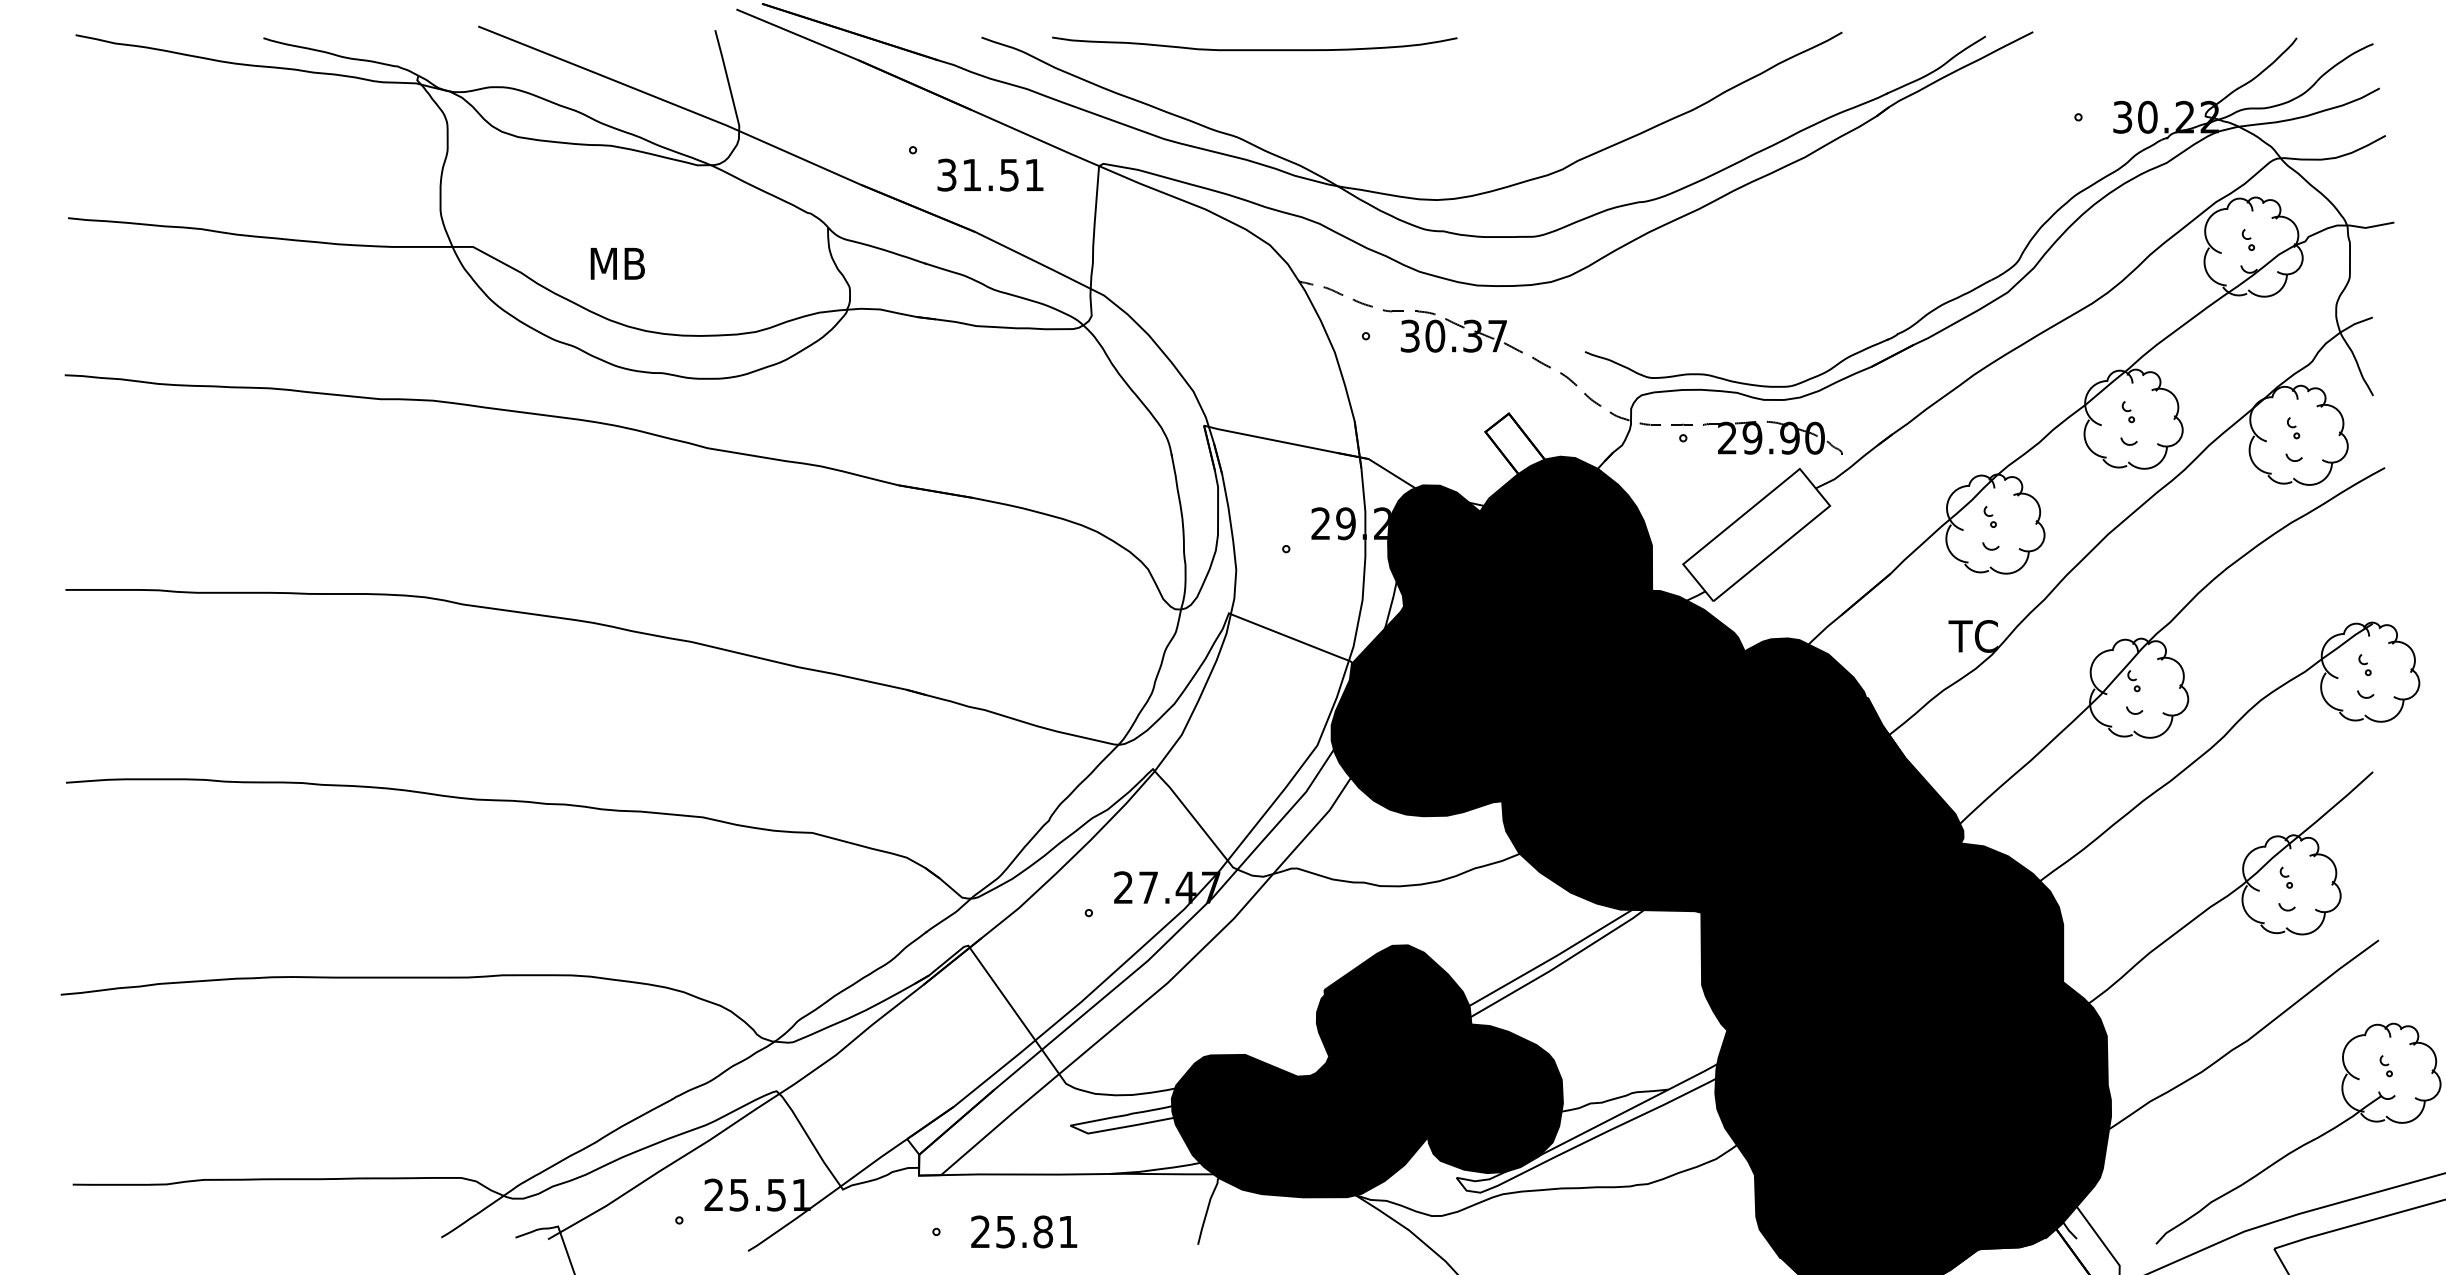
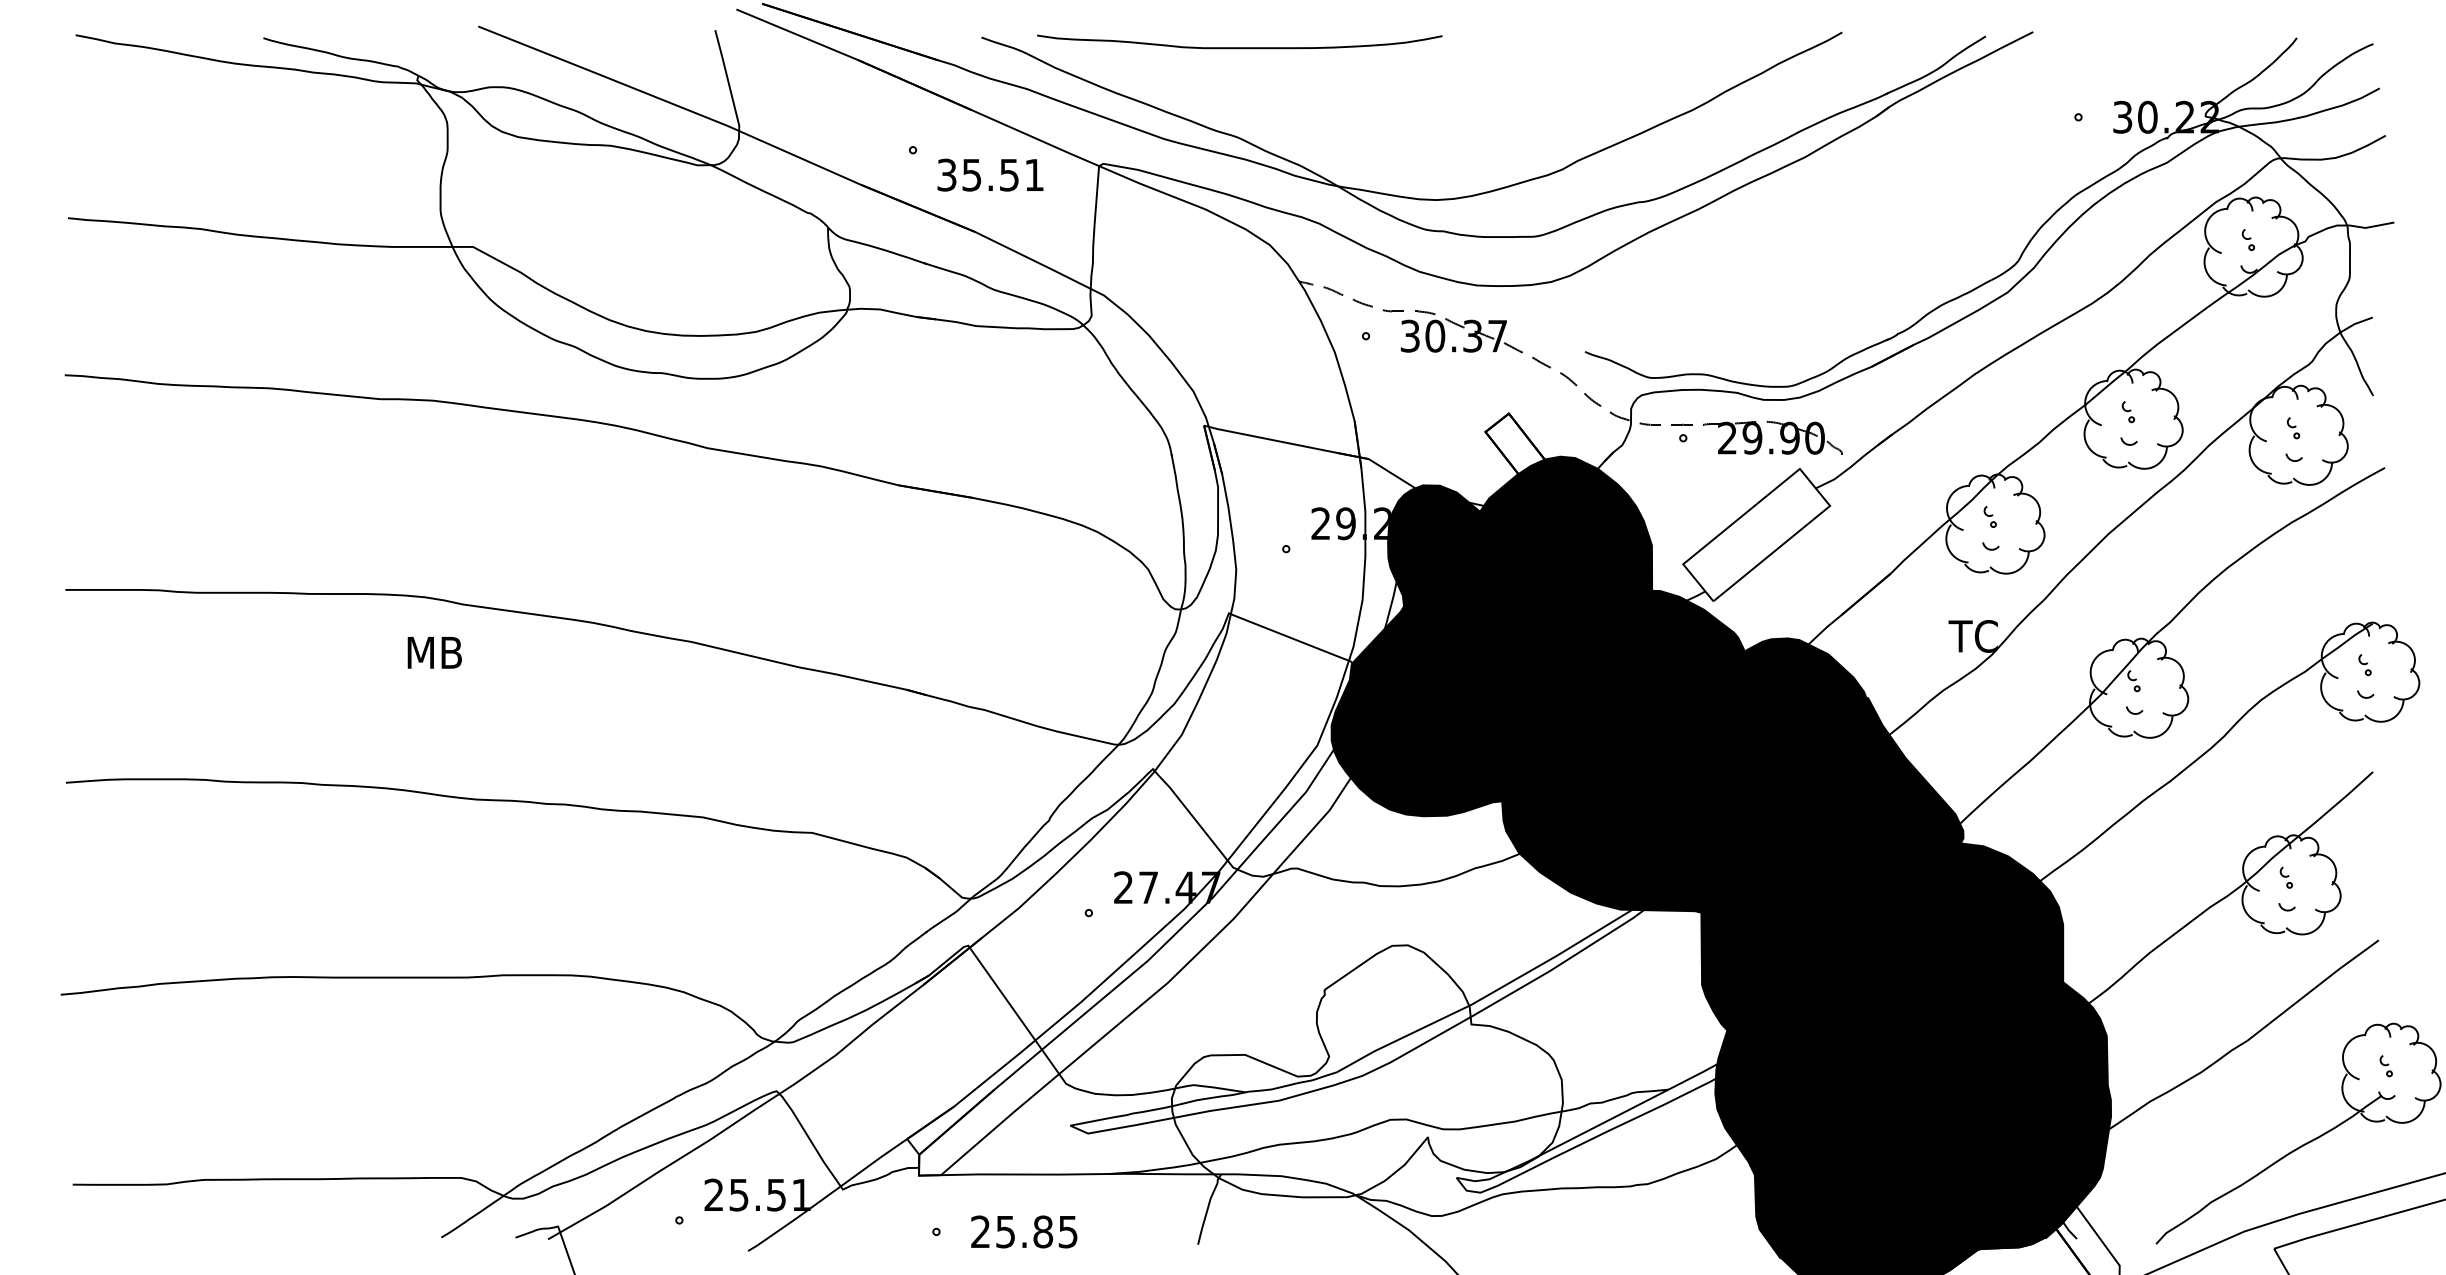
curve at (1254, 49) position: (1254, 49) -> (1239, 47)
text at (971, 175): 31.51 -> 35.51
text at (617, 263) position: (617, 263) -> (434, 652)
fill at (1366, 1071): present -> none
text at (1067, 1232): 25.81 -> 25.85
